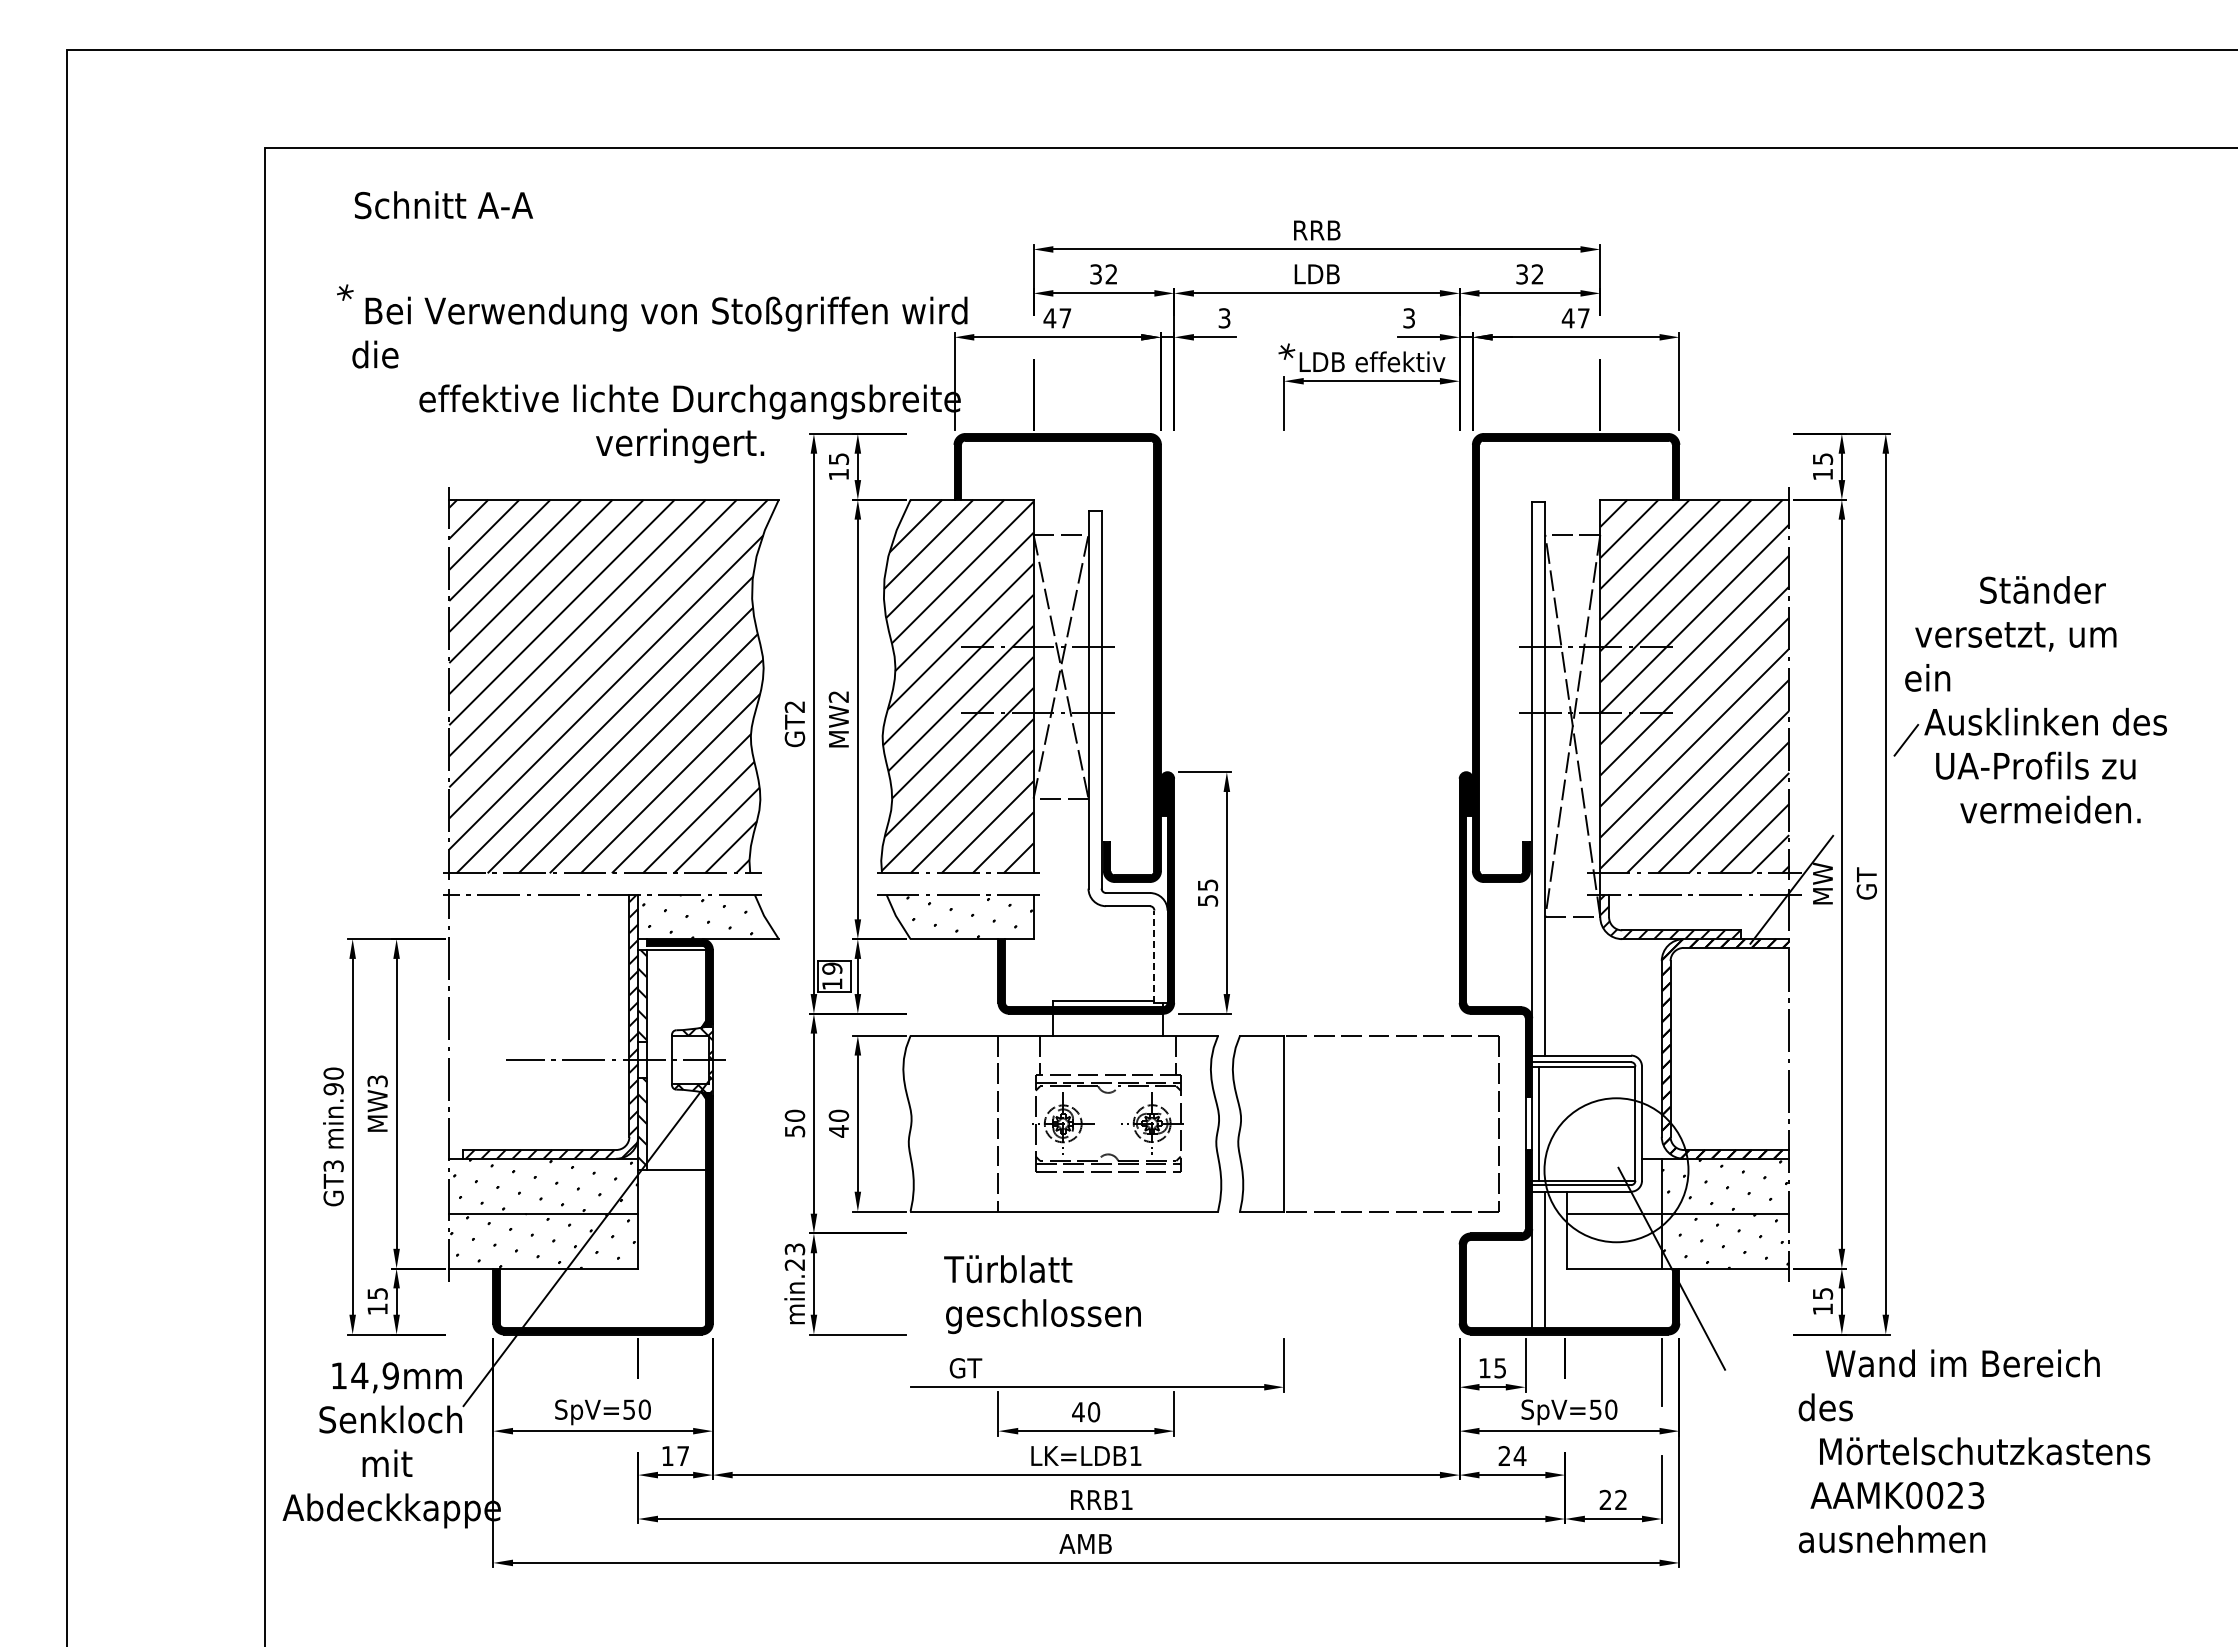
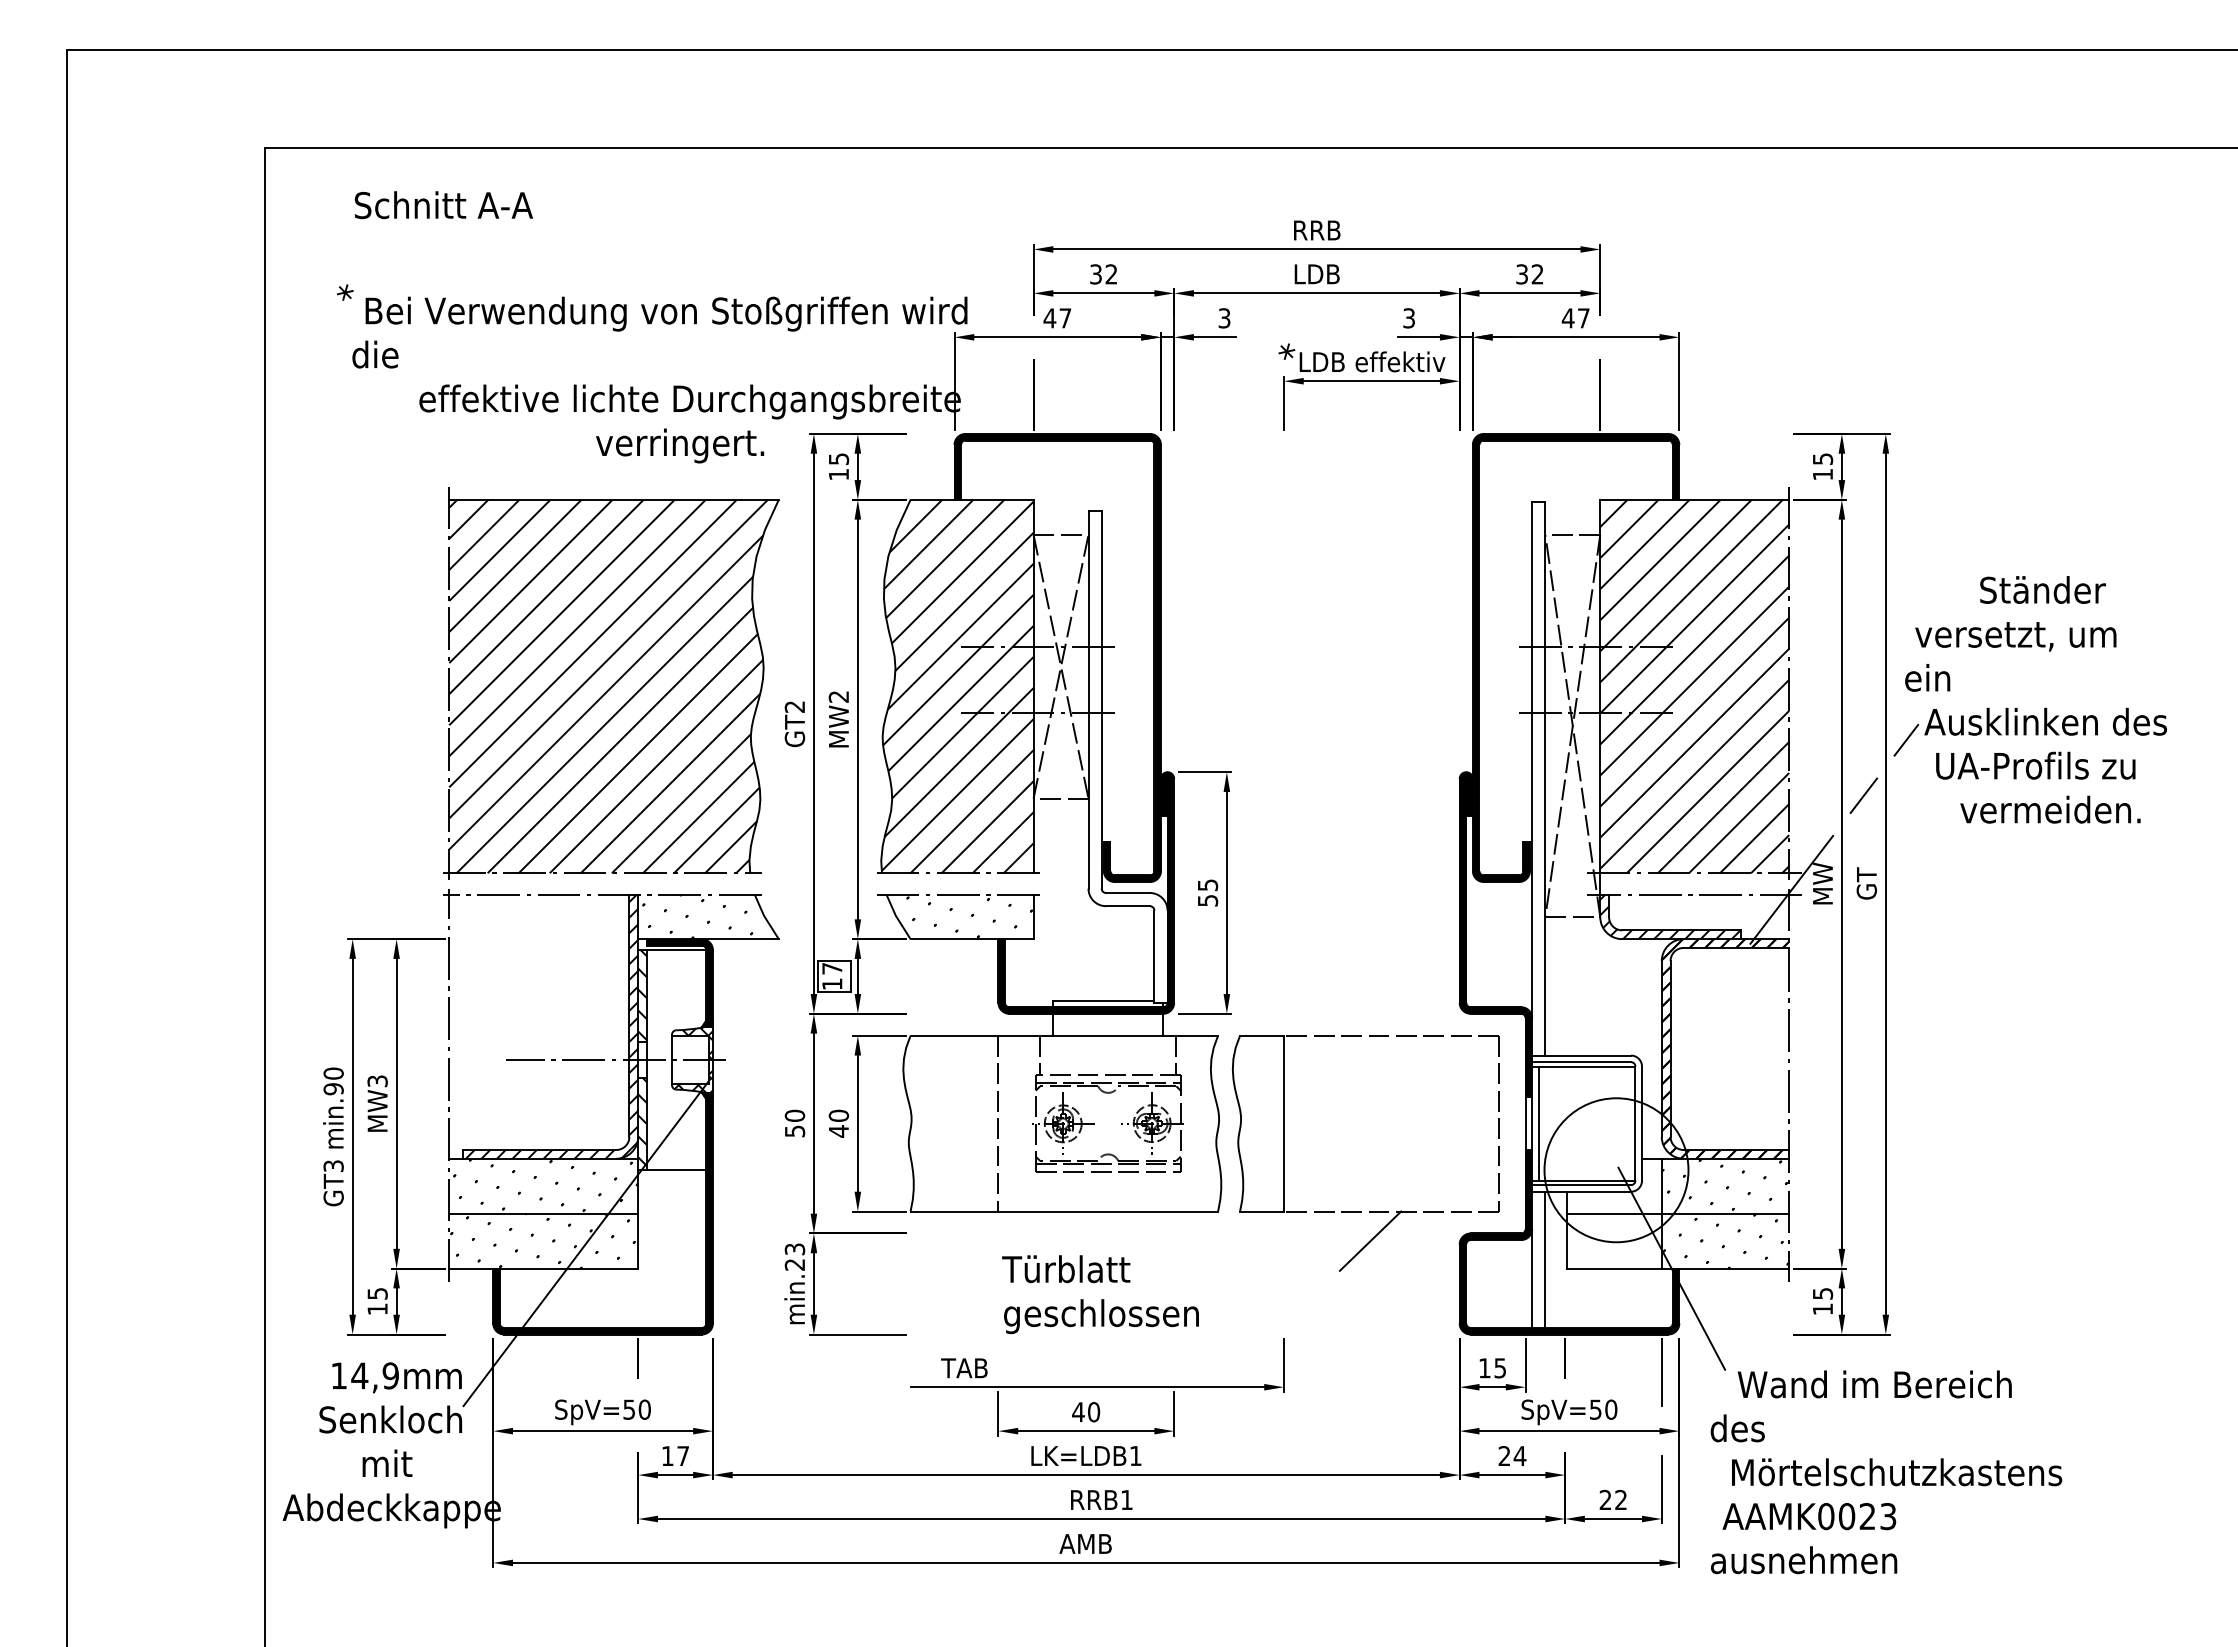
line at (1863, 795): none -> present
line at (1154, 956): dashed -> solid
text at (832, 968): 19 -> 17
line at (1370, 1240): none -> present
text at (1042, 1294) position: (1042, 1294) -> (1100, 1294)
text at (964, 1368): GT -> TAB
text at (1974, 1451) position: (1974, 1451) -> (1886, 1472)
